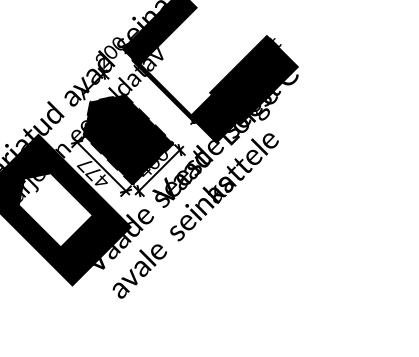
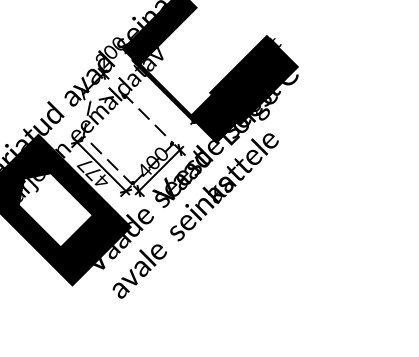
fill at (128, 139): present -> none
